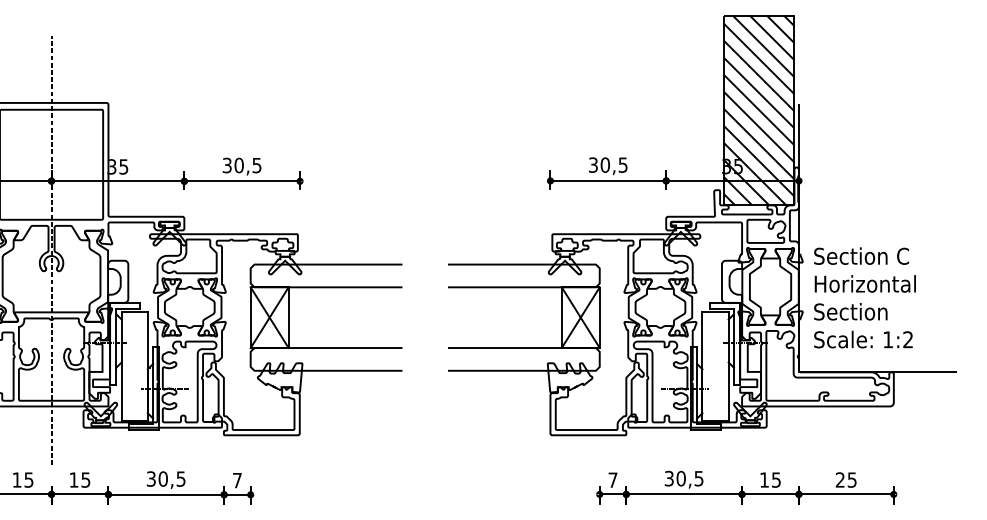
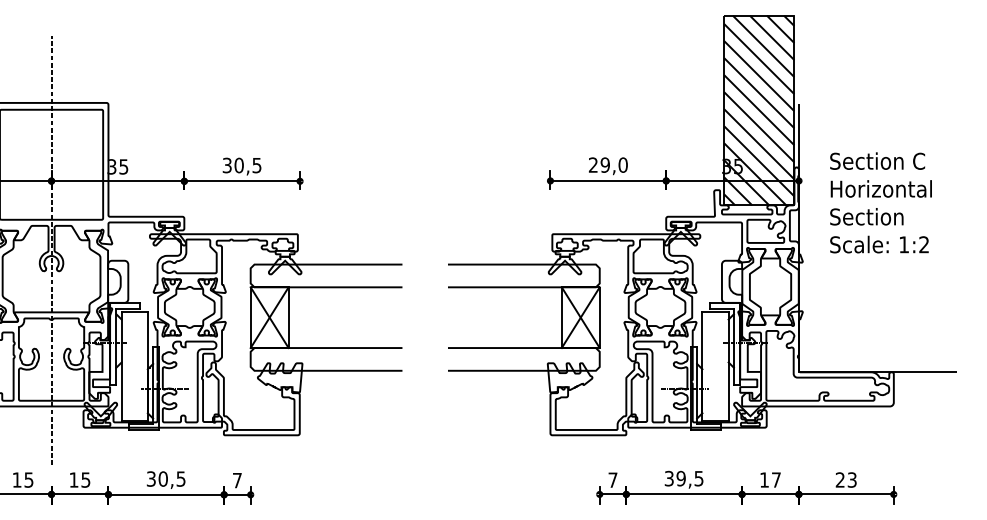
text at (608, 164): 30,5 -> 29,0
text at (864, 297) position: (864, 297) -> (880, 202)
text at (680, 478): 30,5 -> 39,5
text at (776, 479): 15 -> 17
text at (852, 479): 25 -> 23
